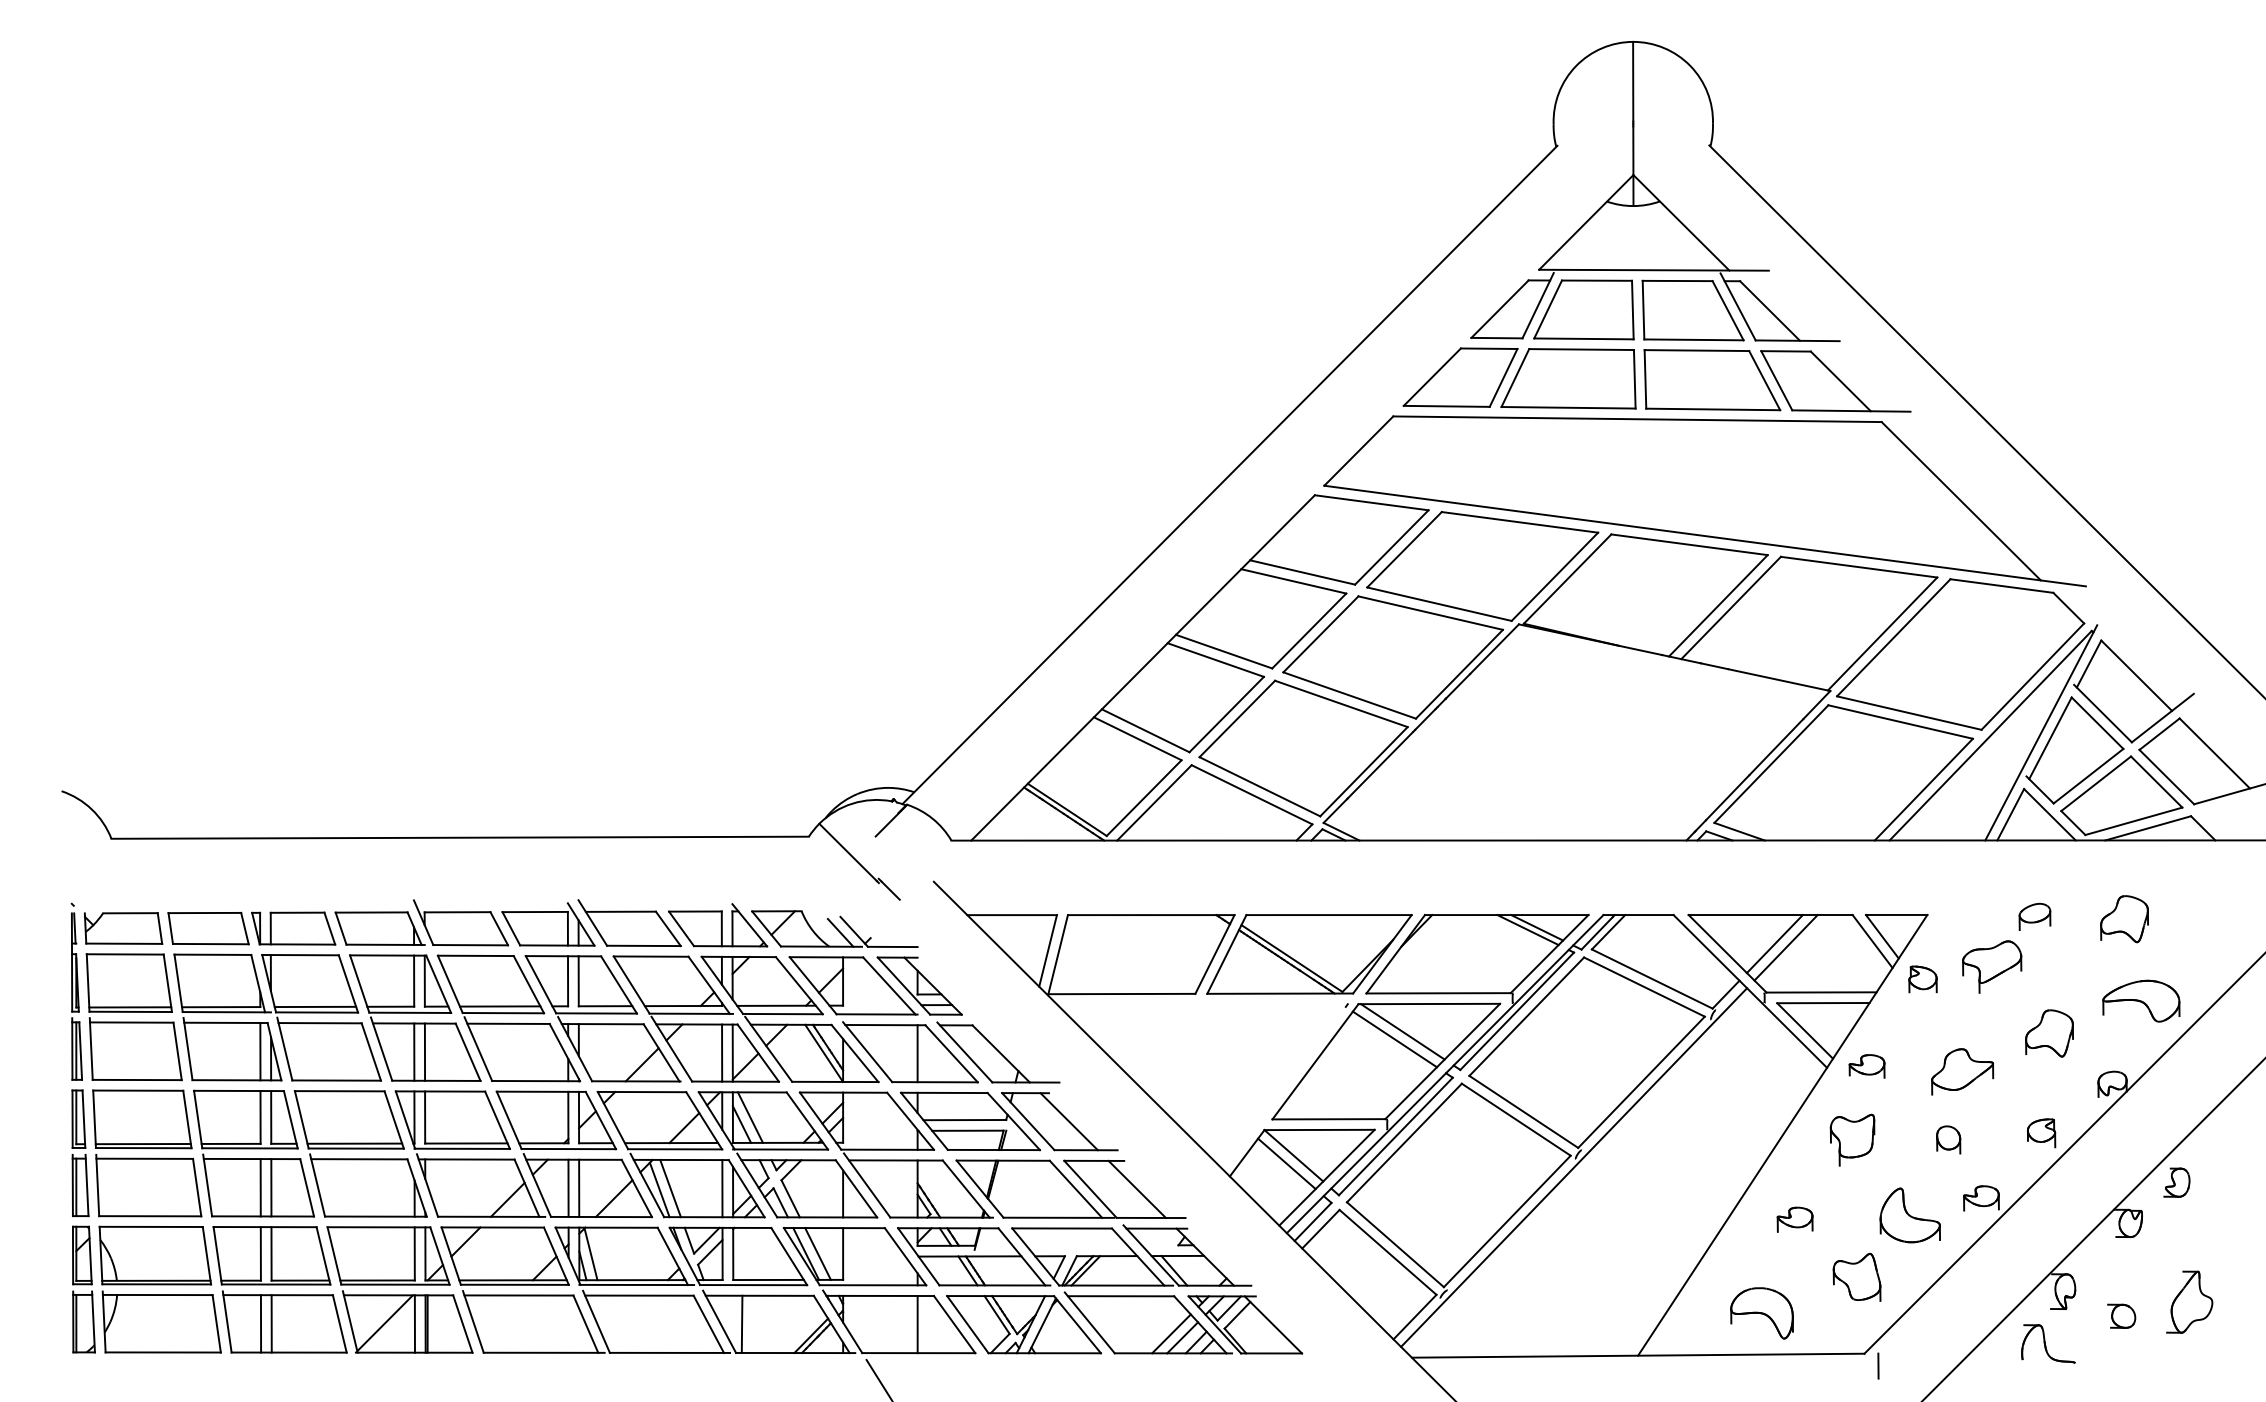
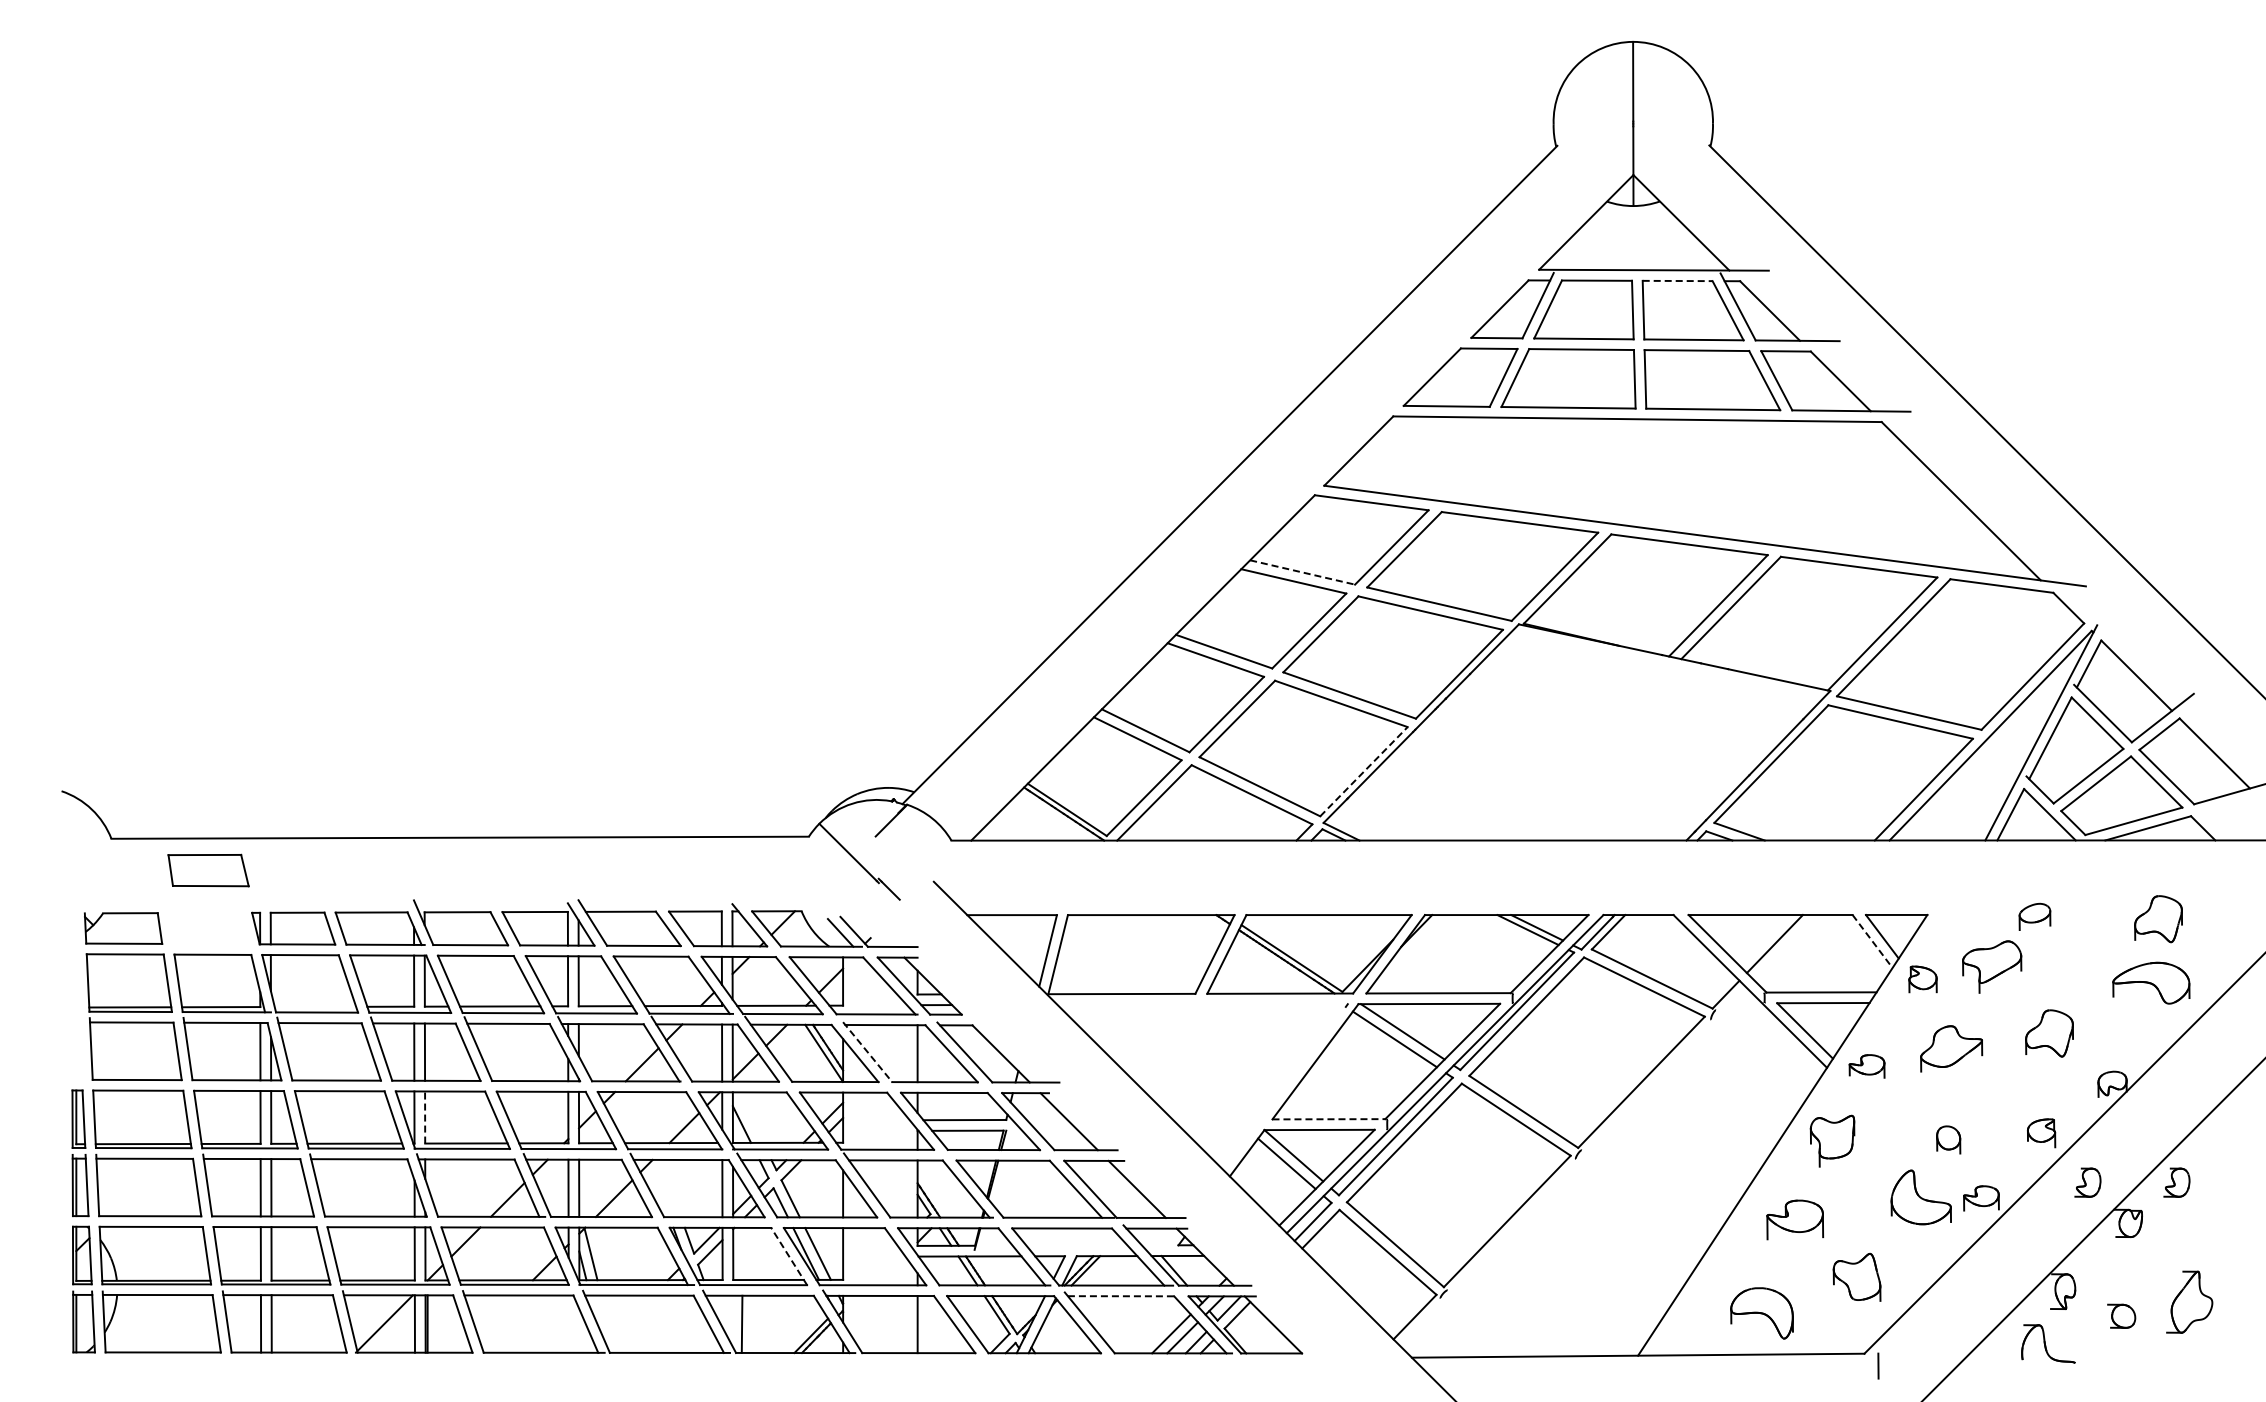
line at (1677, 281): solid -> dashed
line at (1302, 572): solid -> dashed
line at (1364, 771): solid -> dashed
part at (2124, 919) position: (2124, 919) -> (2158, 919)
part at (208, 928) position: (208, 928) -> (208, 870)
line at (1872, 941): solid -> dashed
line at (1785, 947): present -> none
part at (76, 991): present -> none
part at (2141, 1000) position: (2141, 1000) -> (2151, 982)
line at (315, 1006): present -> none
line at (867, 1052): solid -> dashed
part at (1962, 1071) position: (1962, 1071) -> (1951, 1048)
line at (425, 1117): solid -> dashed
line at (749, 1117): present -> none
line at (1329, 1119): solid -> dashed
part at (1852, 1139) position: (1852, 1139) -> (1832, 1140)
line at (1574, 1167): present -> none
part at (2087, 1182): none -> present
line at (670, 1188): present -> none
line at (659, 1189): present -> none
part at (1909, 1215) position: (1909, 1215) -> (1920, 1197)
part at (1794, 1219) size: 38x27 px -> 58x42 px
line at (789, 1256): solid -> dashed
line at (1121, 1296): solid -> dashed
line at (878, 1378): present -> none
